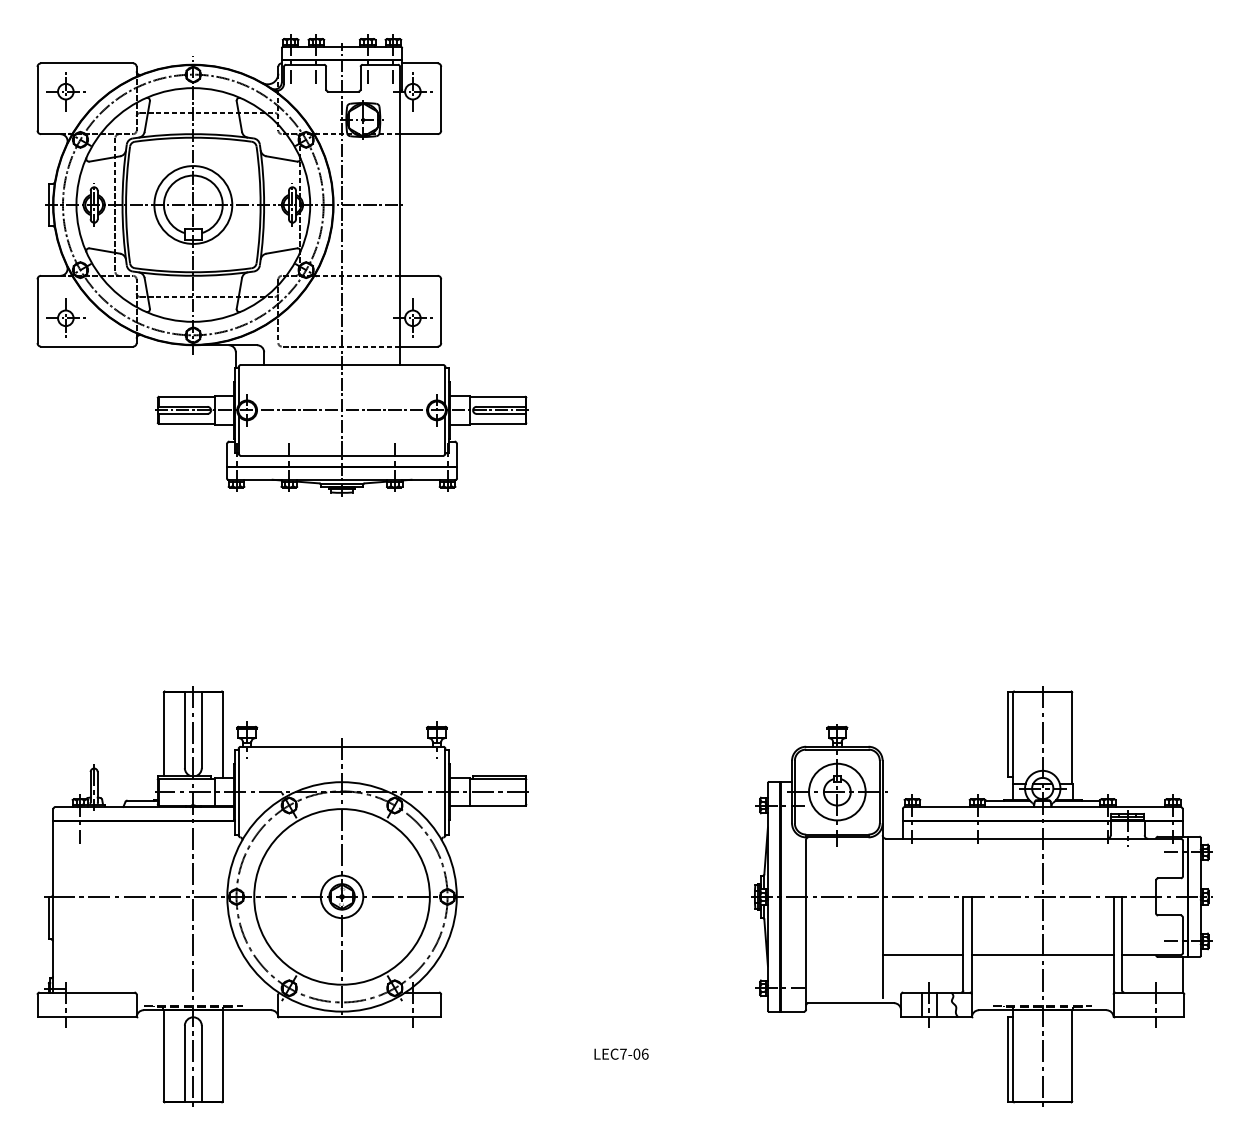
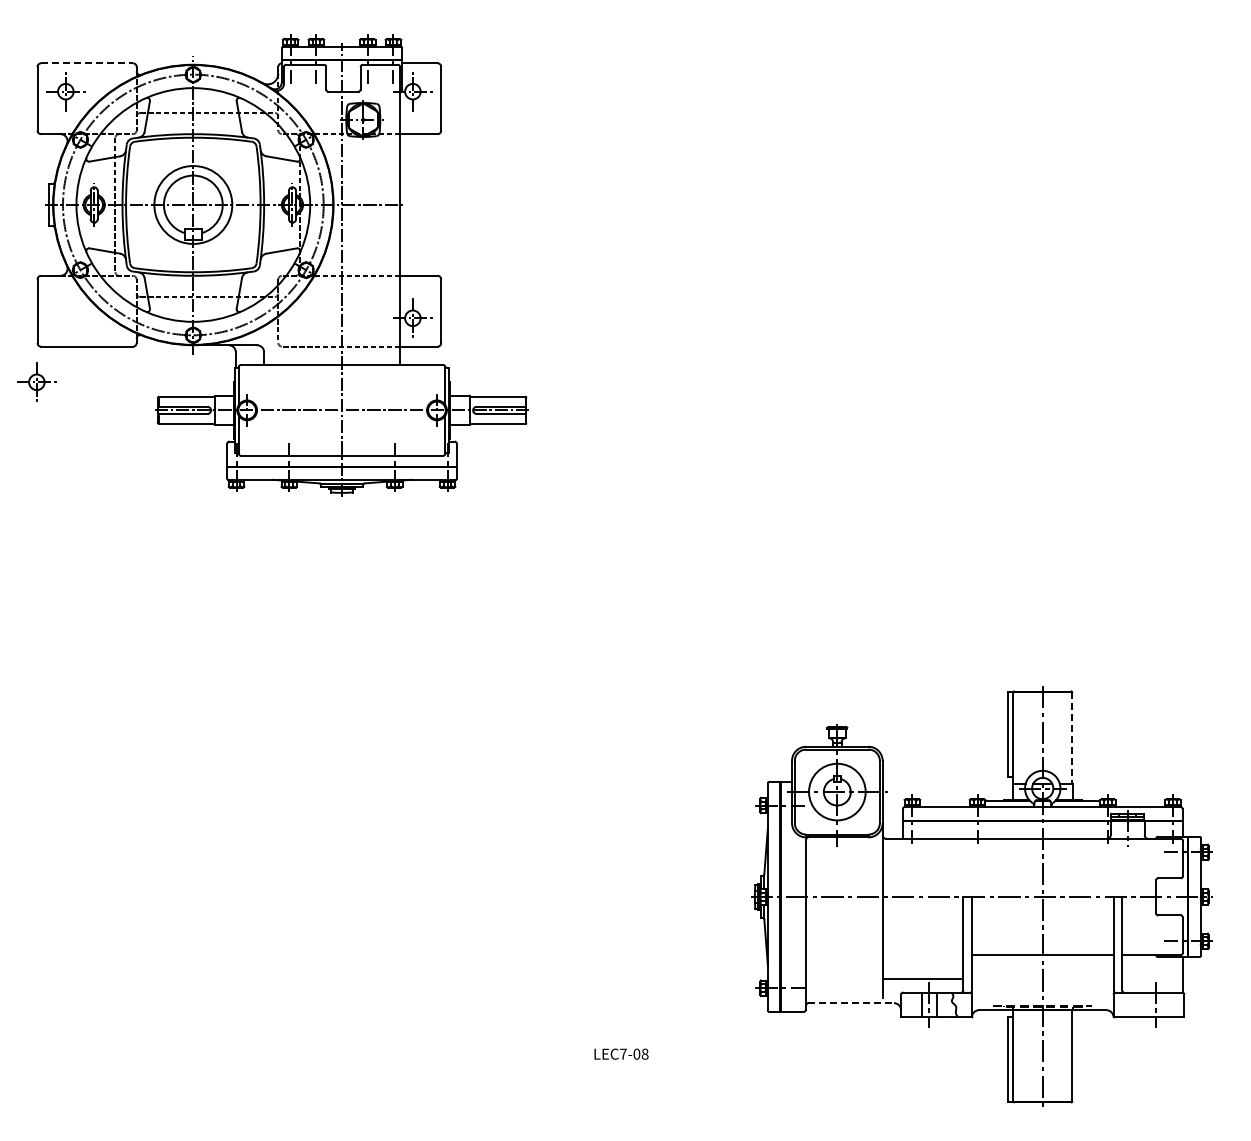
line at (87, 63): solid -> dashed
part at (65, 317) position: (65, 317) -> (36, 381)
line at (1072, 737): solid -> dashed
part at (282, 896): present -> none
line at (922, 954) position: (922, 954) -> (922, 978)
line at (851, 1003): solid -> dashed
text at (644, 1053): LEC7-06 -> LEC7-08
